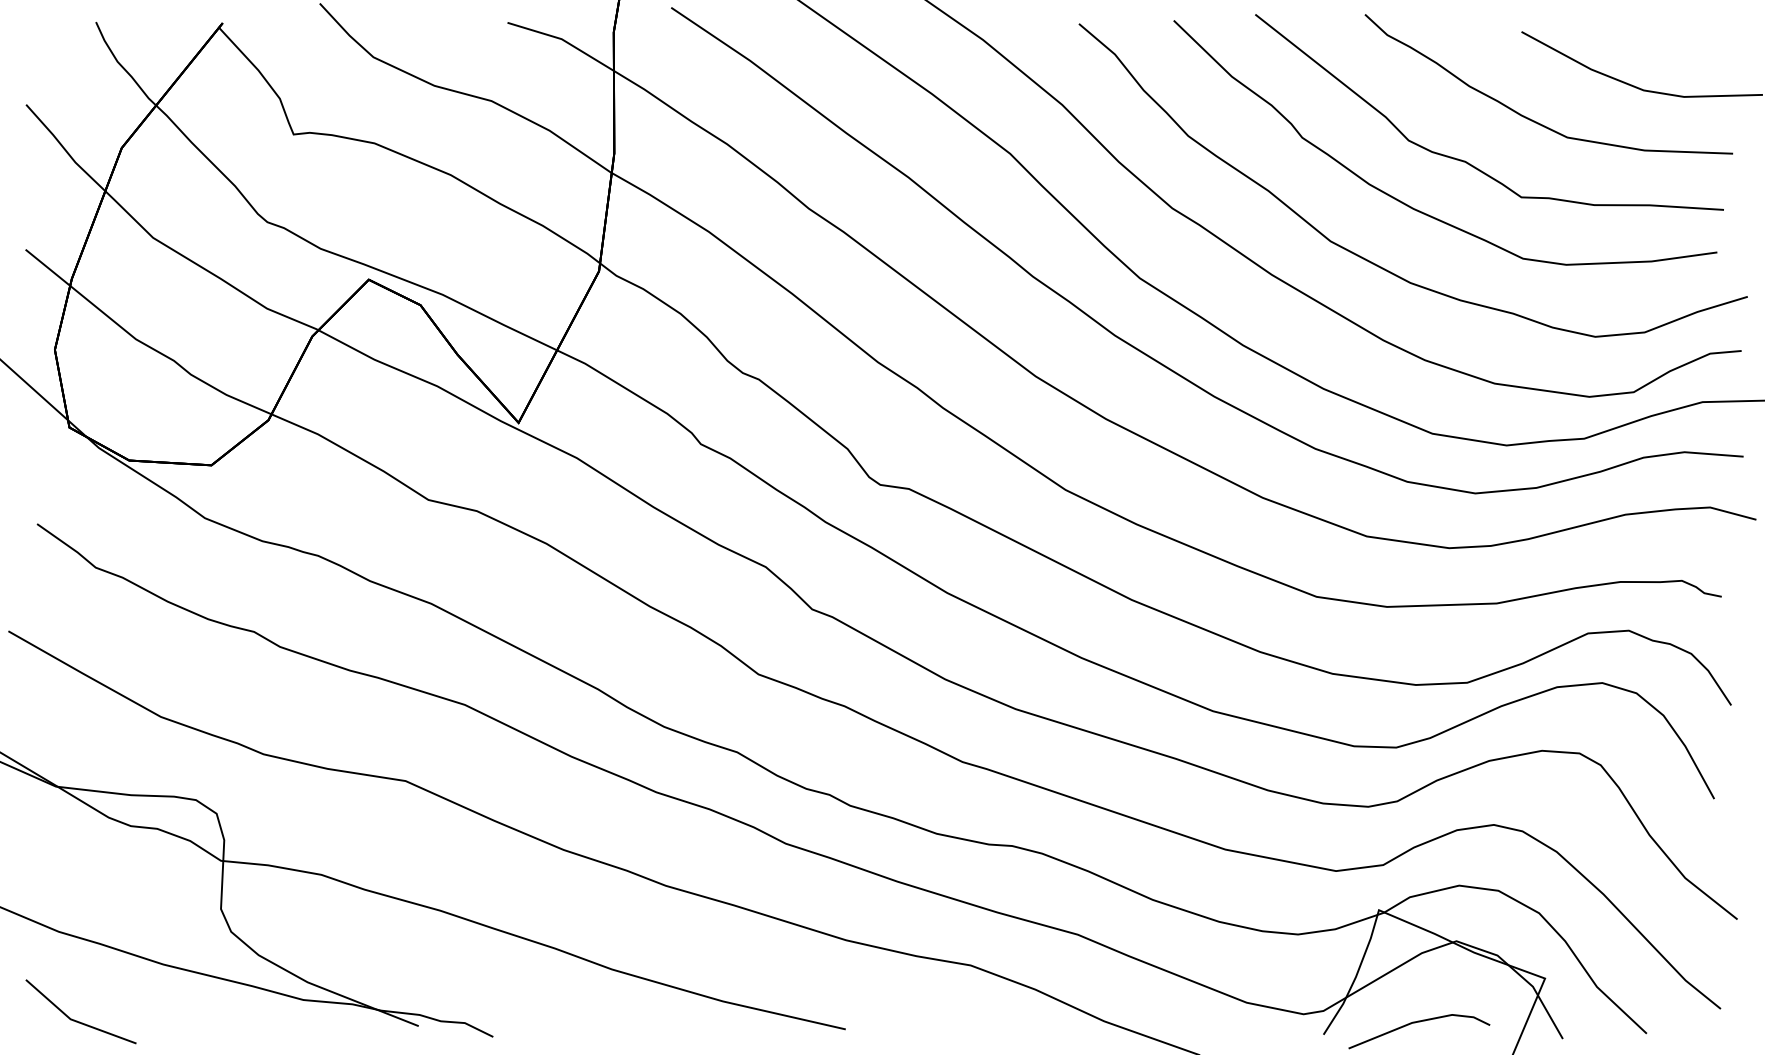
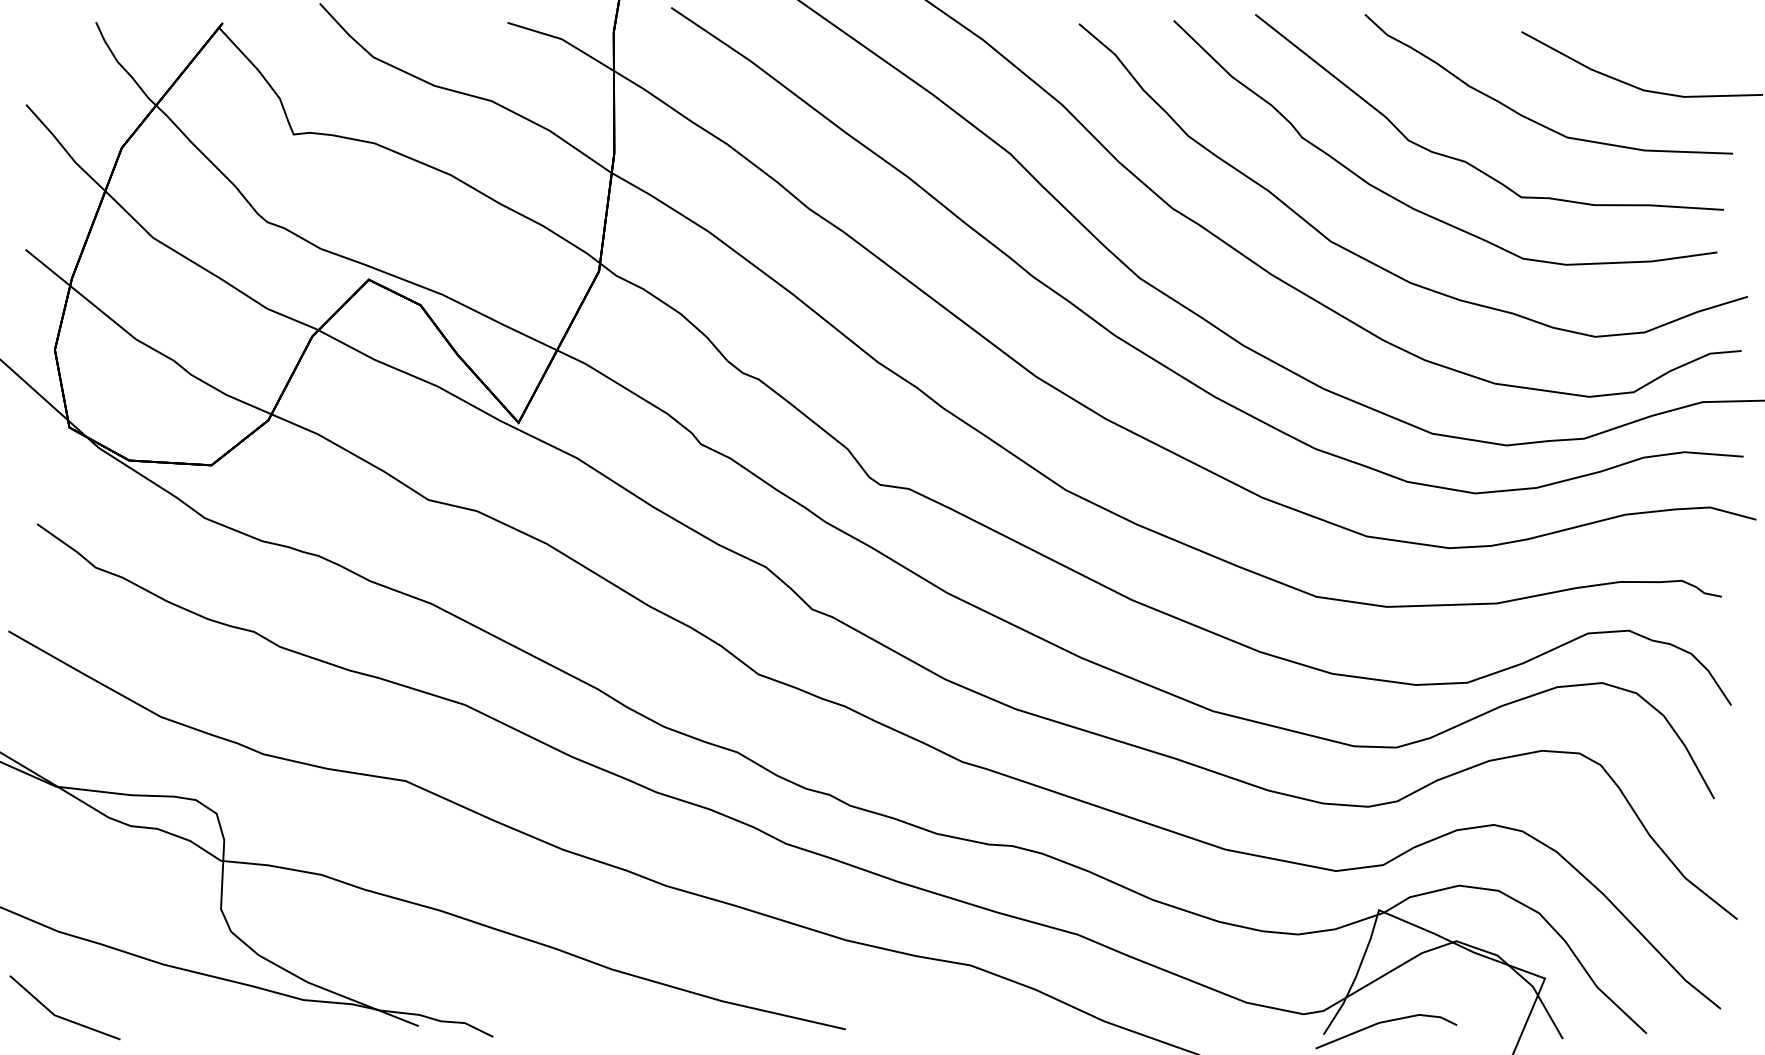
line at (77, 1020) position: (77, 1020) -> (61, 1016)
line at (1415, 1023) position: (1415, 1023) -> (1382, 1023)
